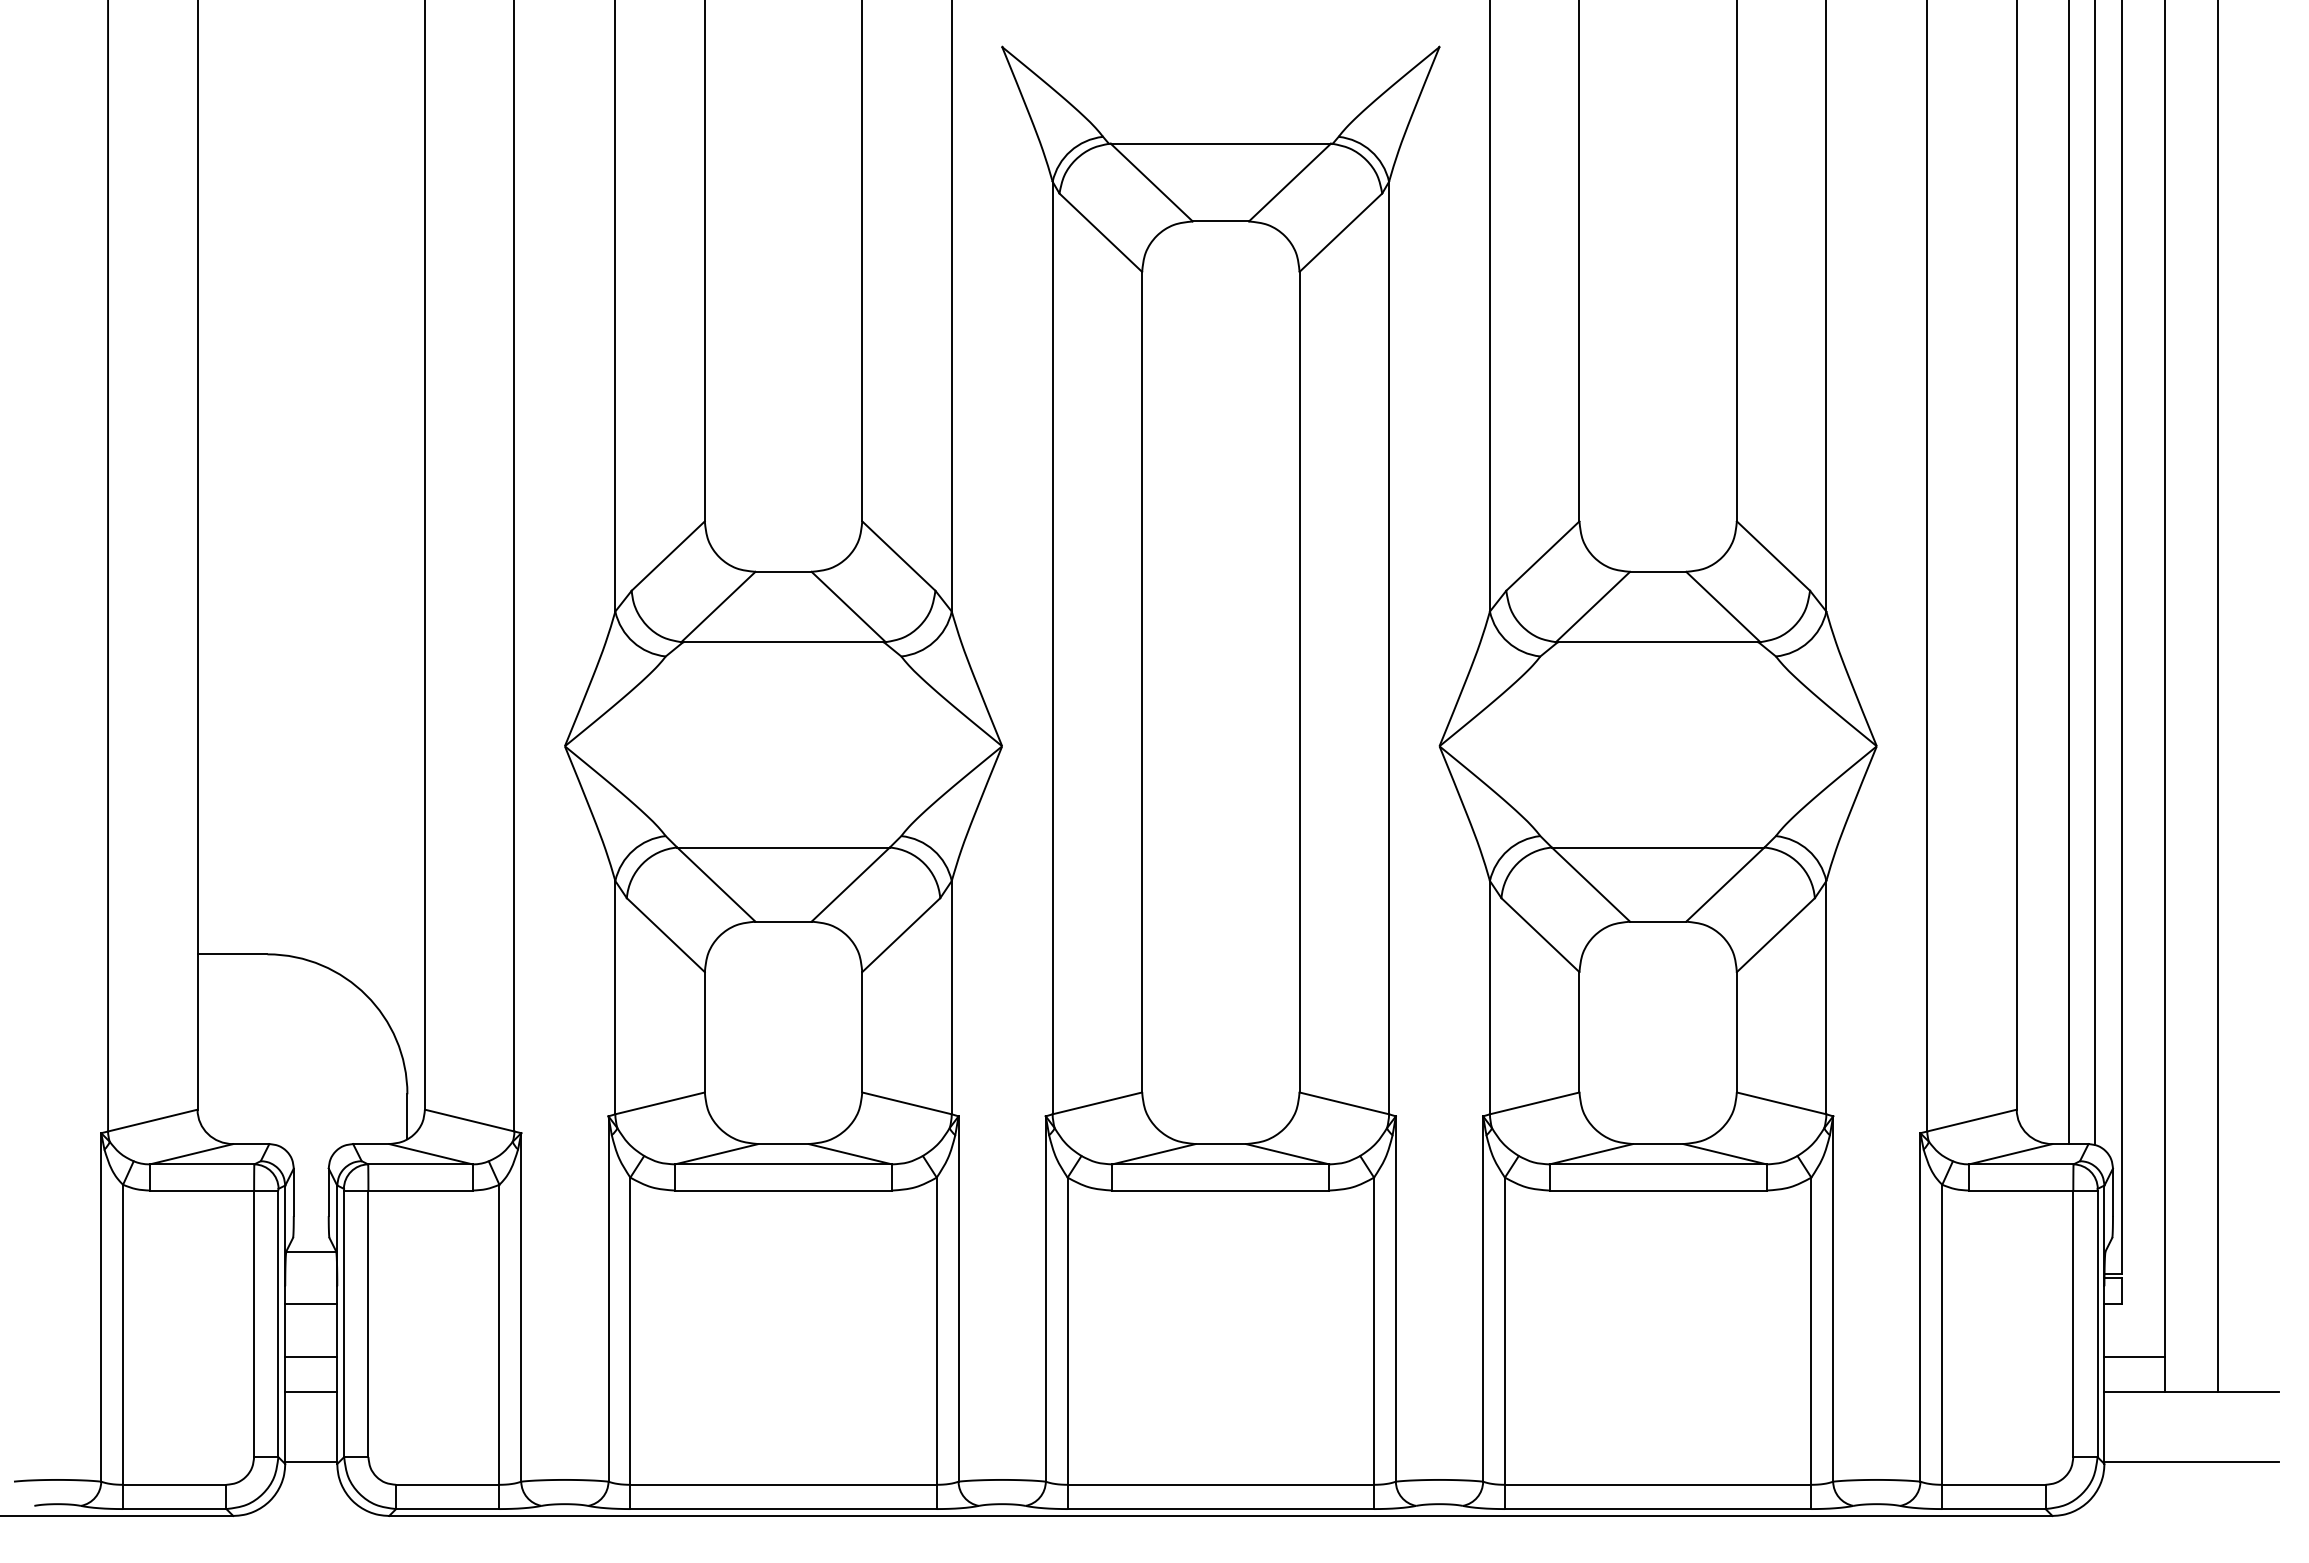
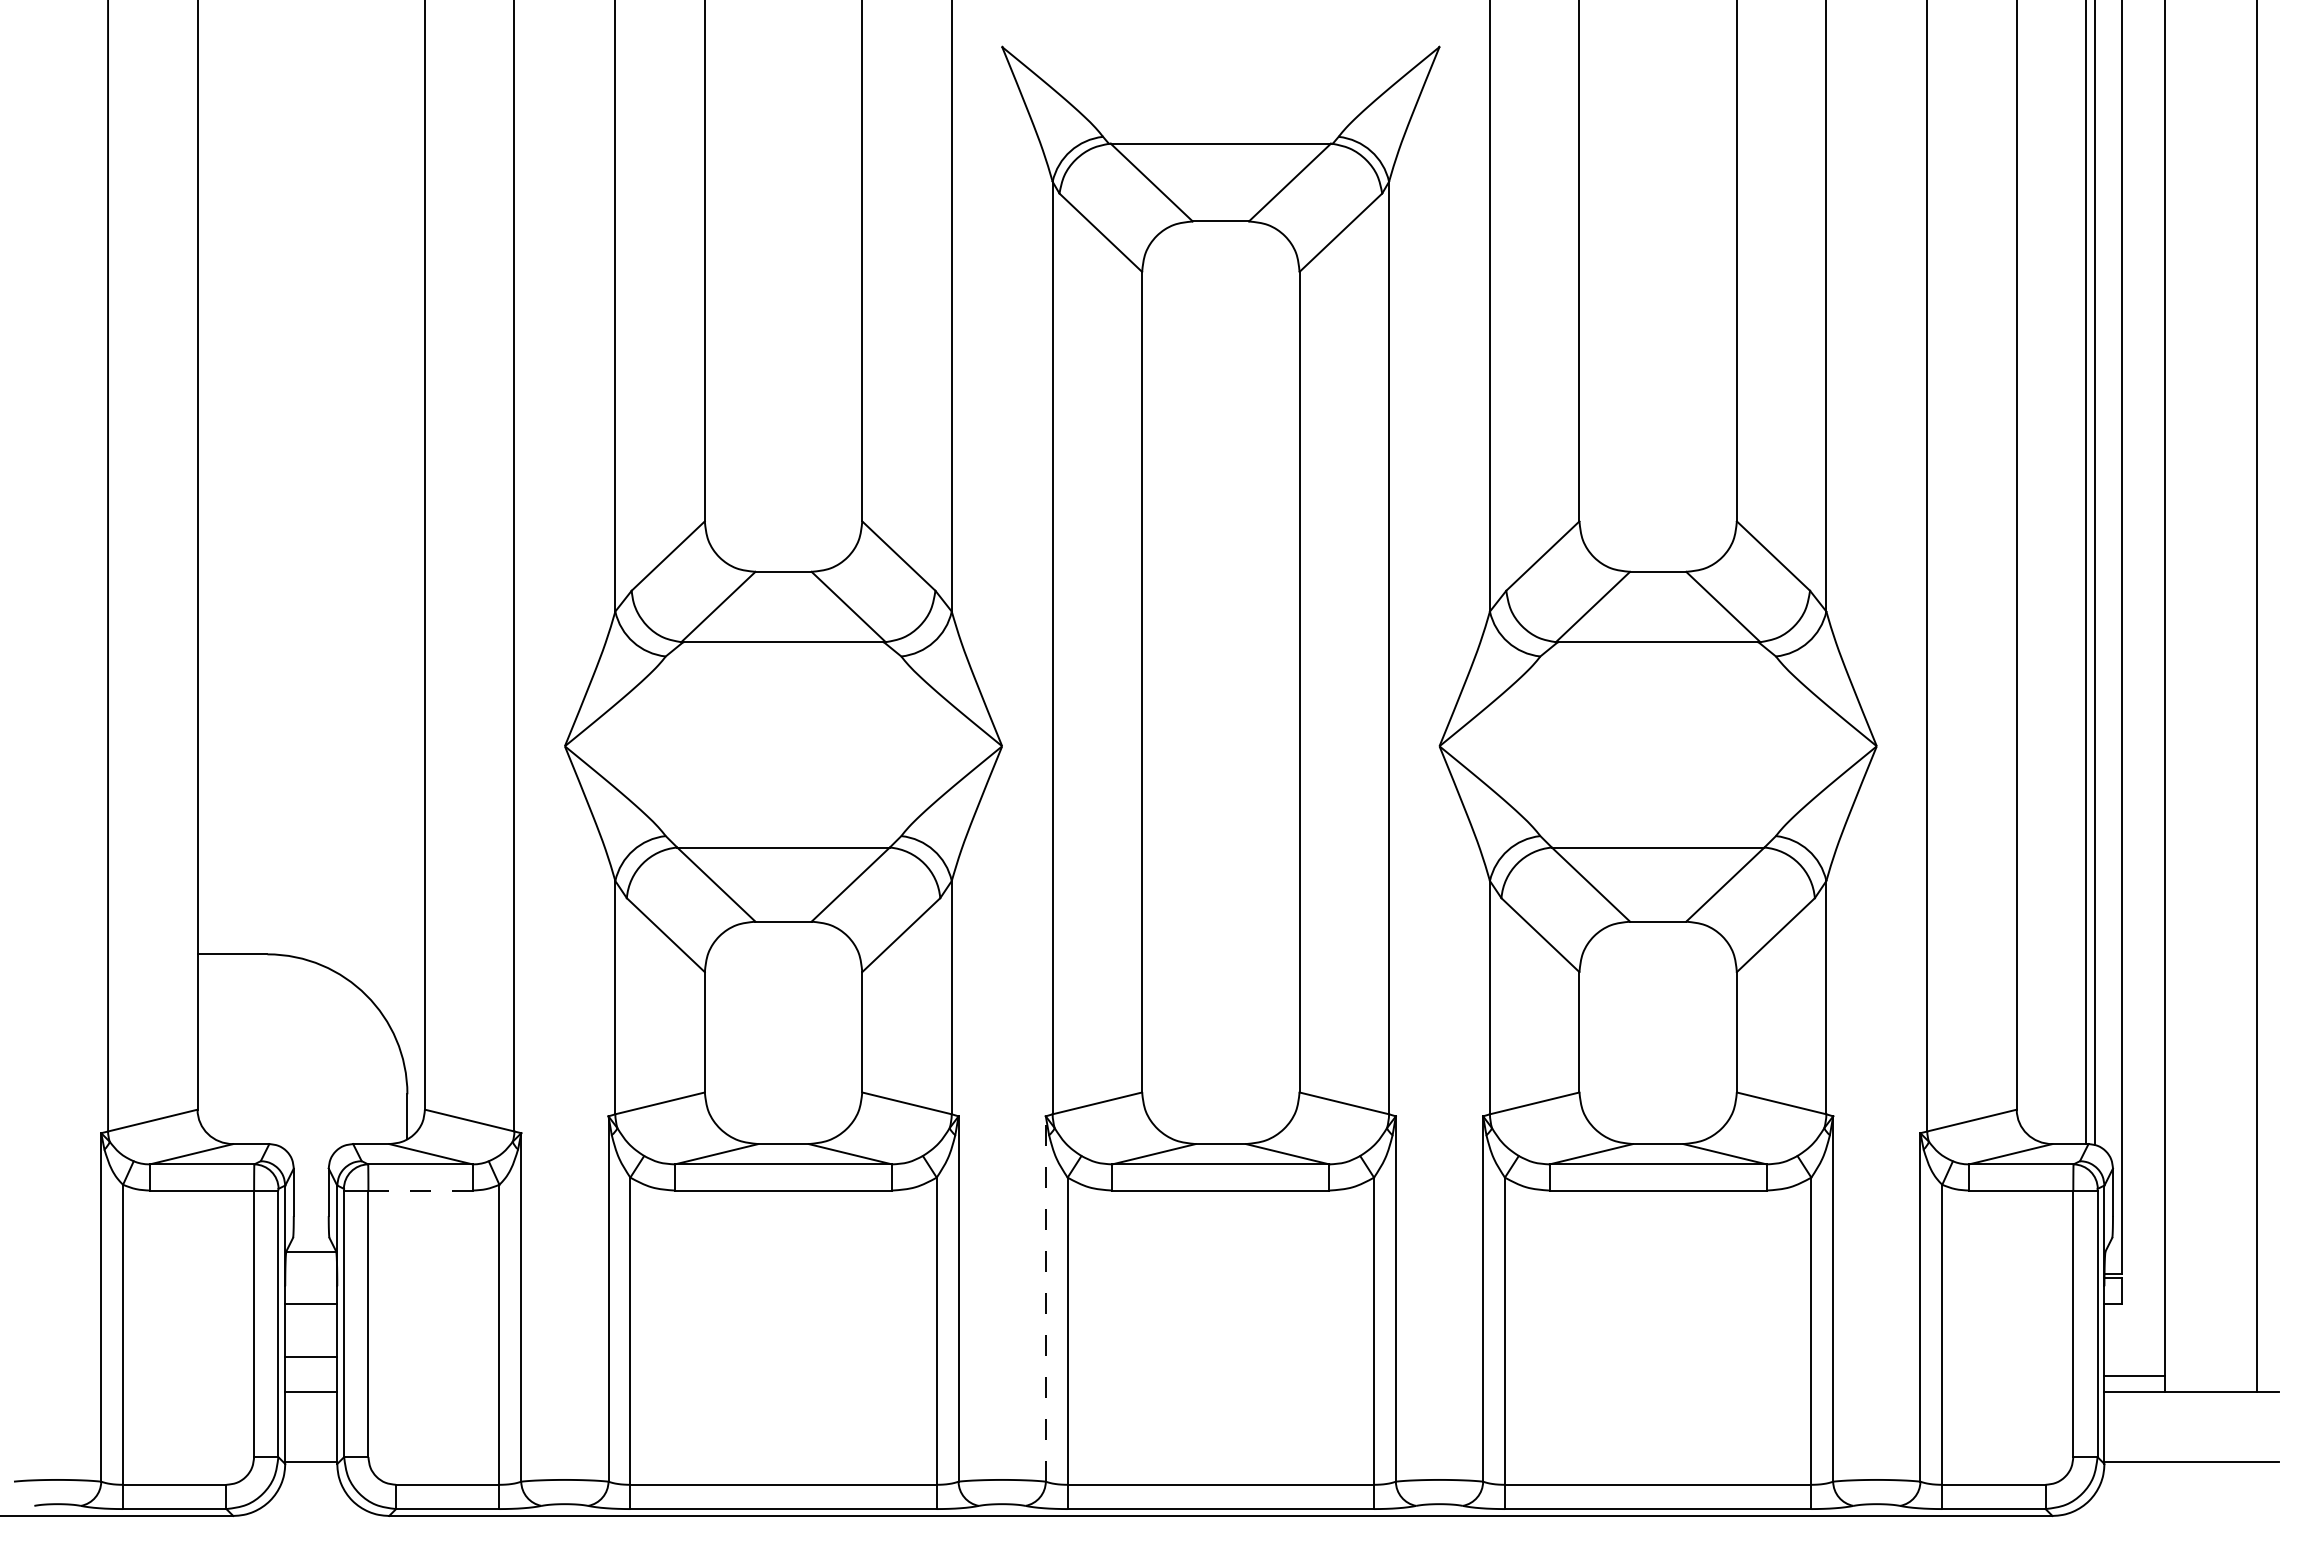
line at (2069, 573) position: (2069, 573) -> (2086, 573)
line at (2217, 696) position: (2217, 696) -> (2256, 696)
line at (420, 1190): solid -> dashed
line at (1045, 1299): solid -> dashed
line at (2134, 1356) position: (2134, 1356) -> (2134, 1375)
